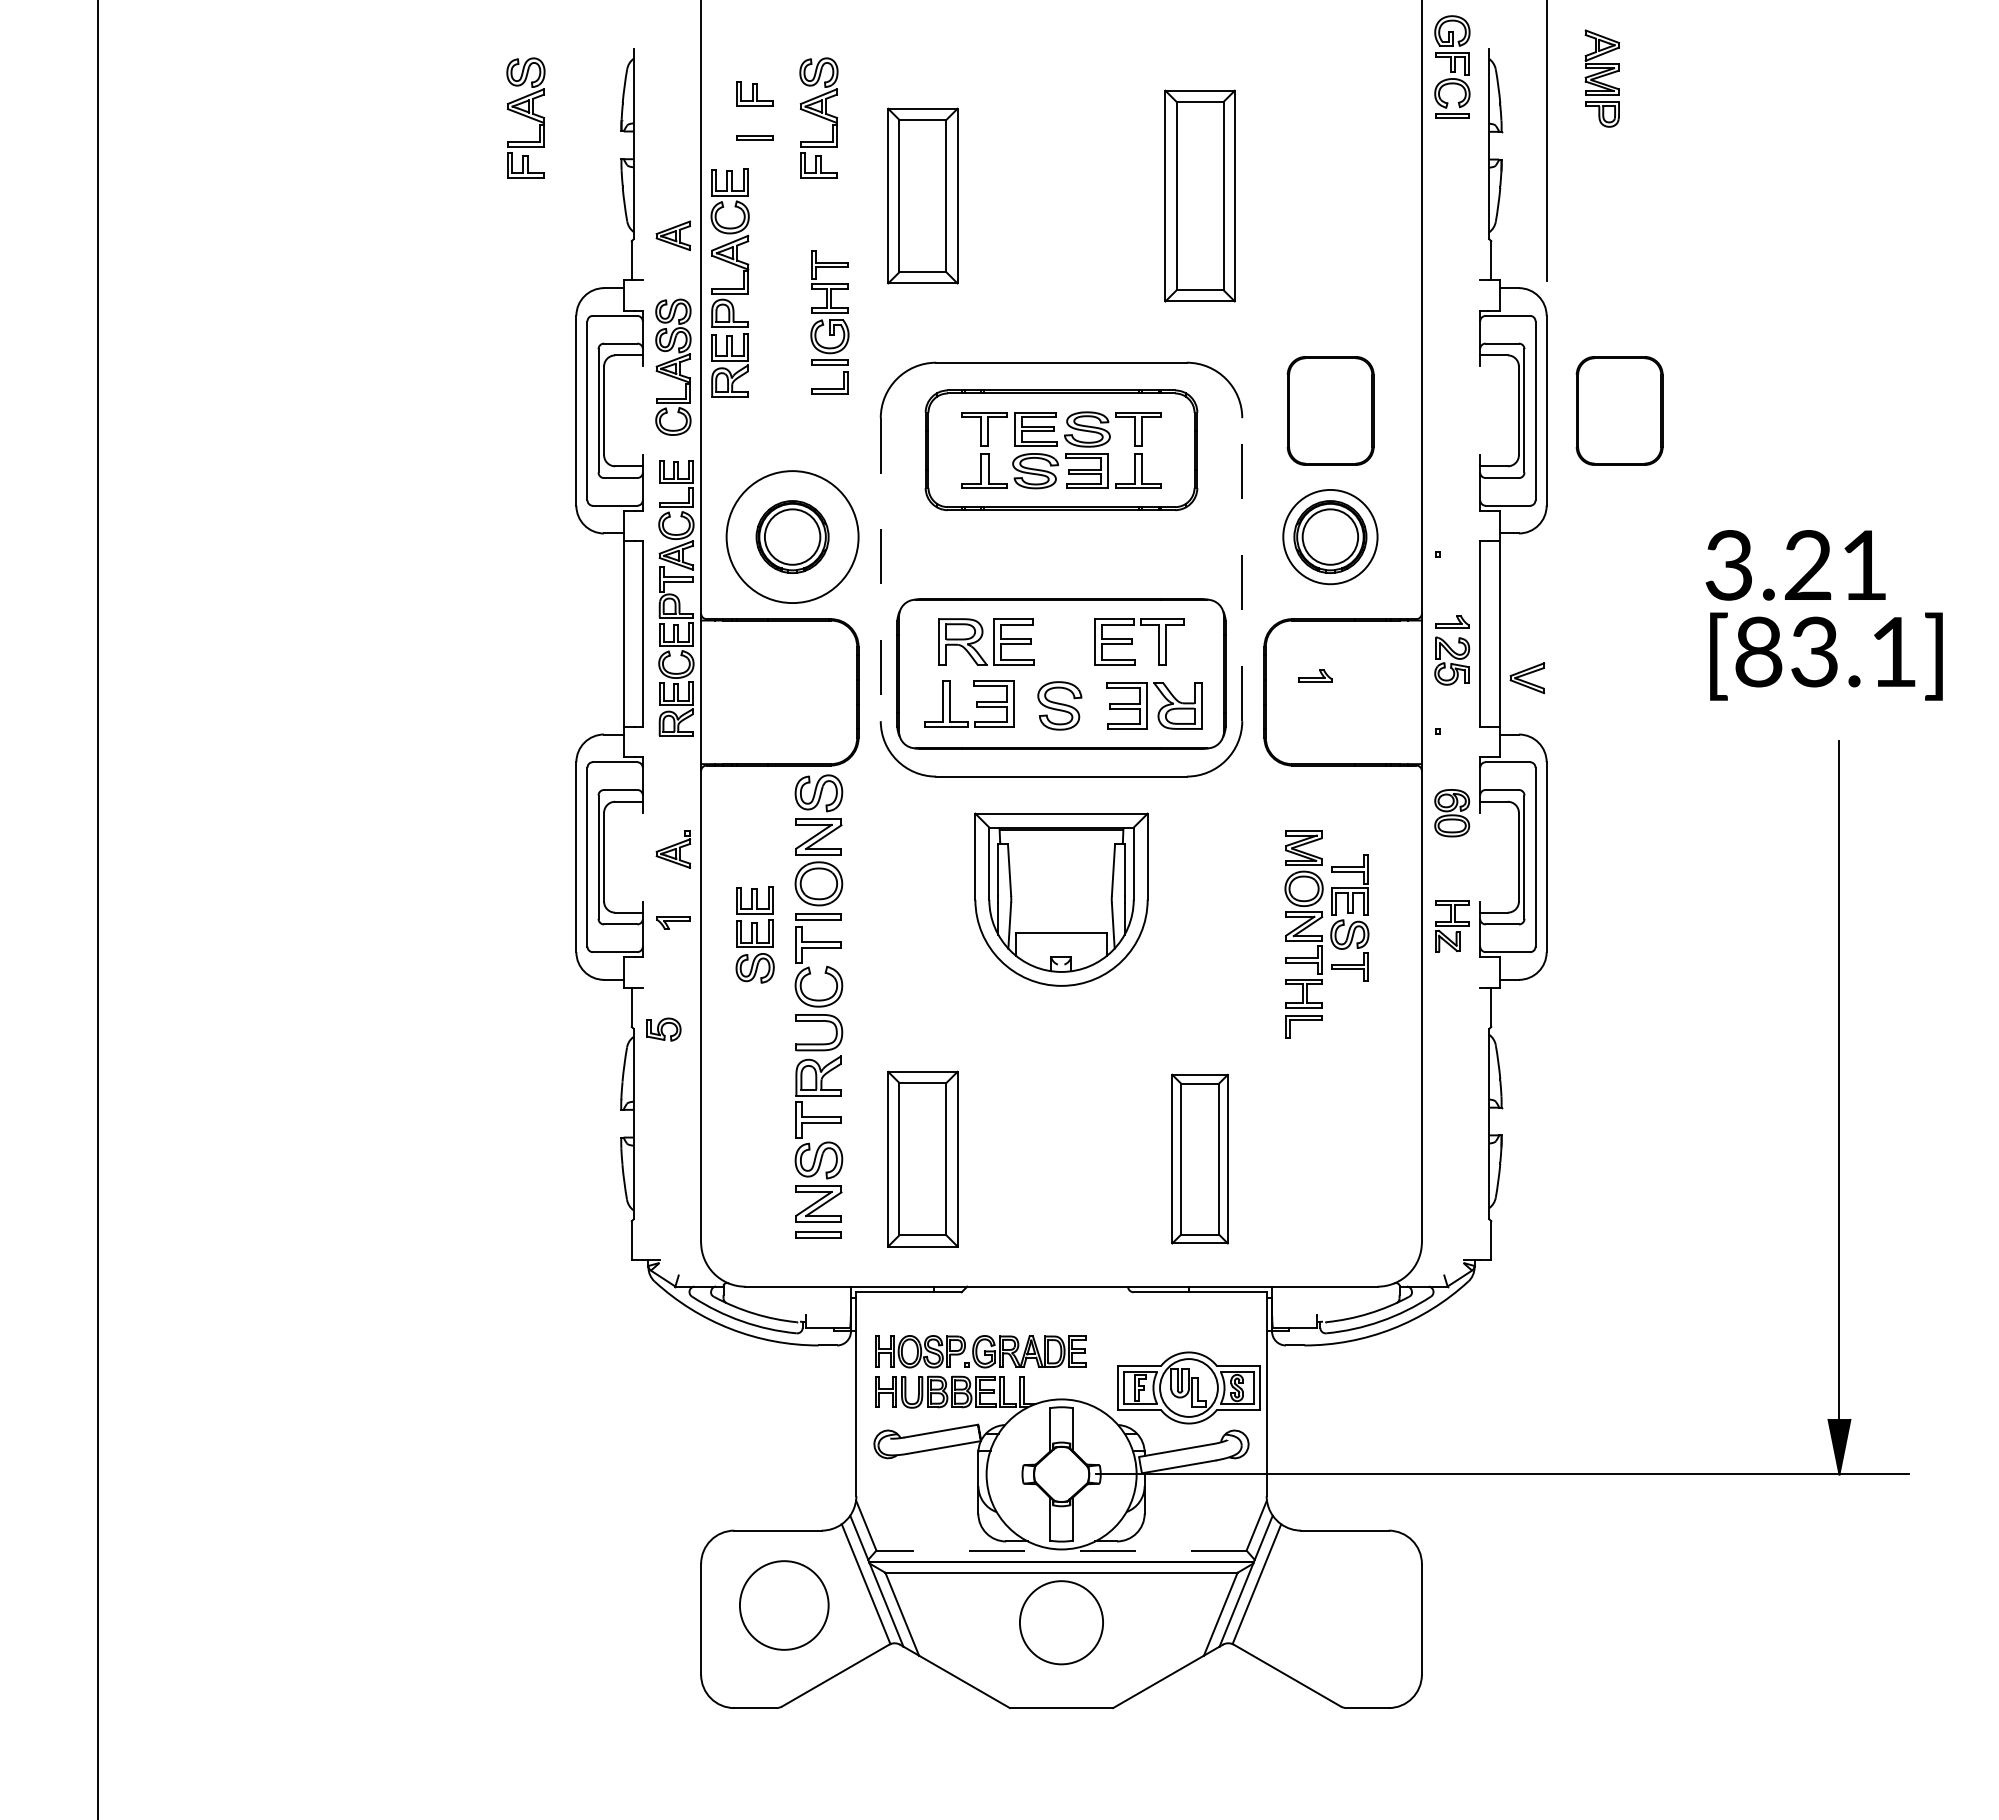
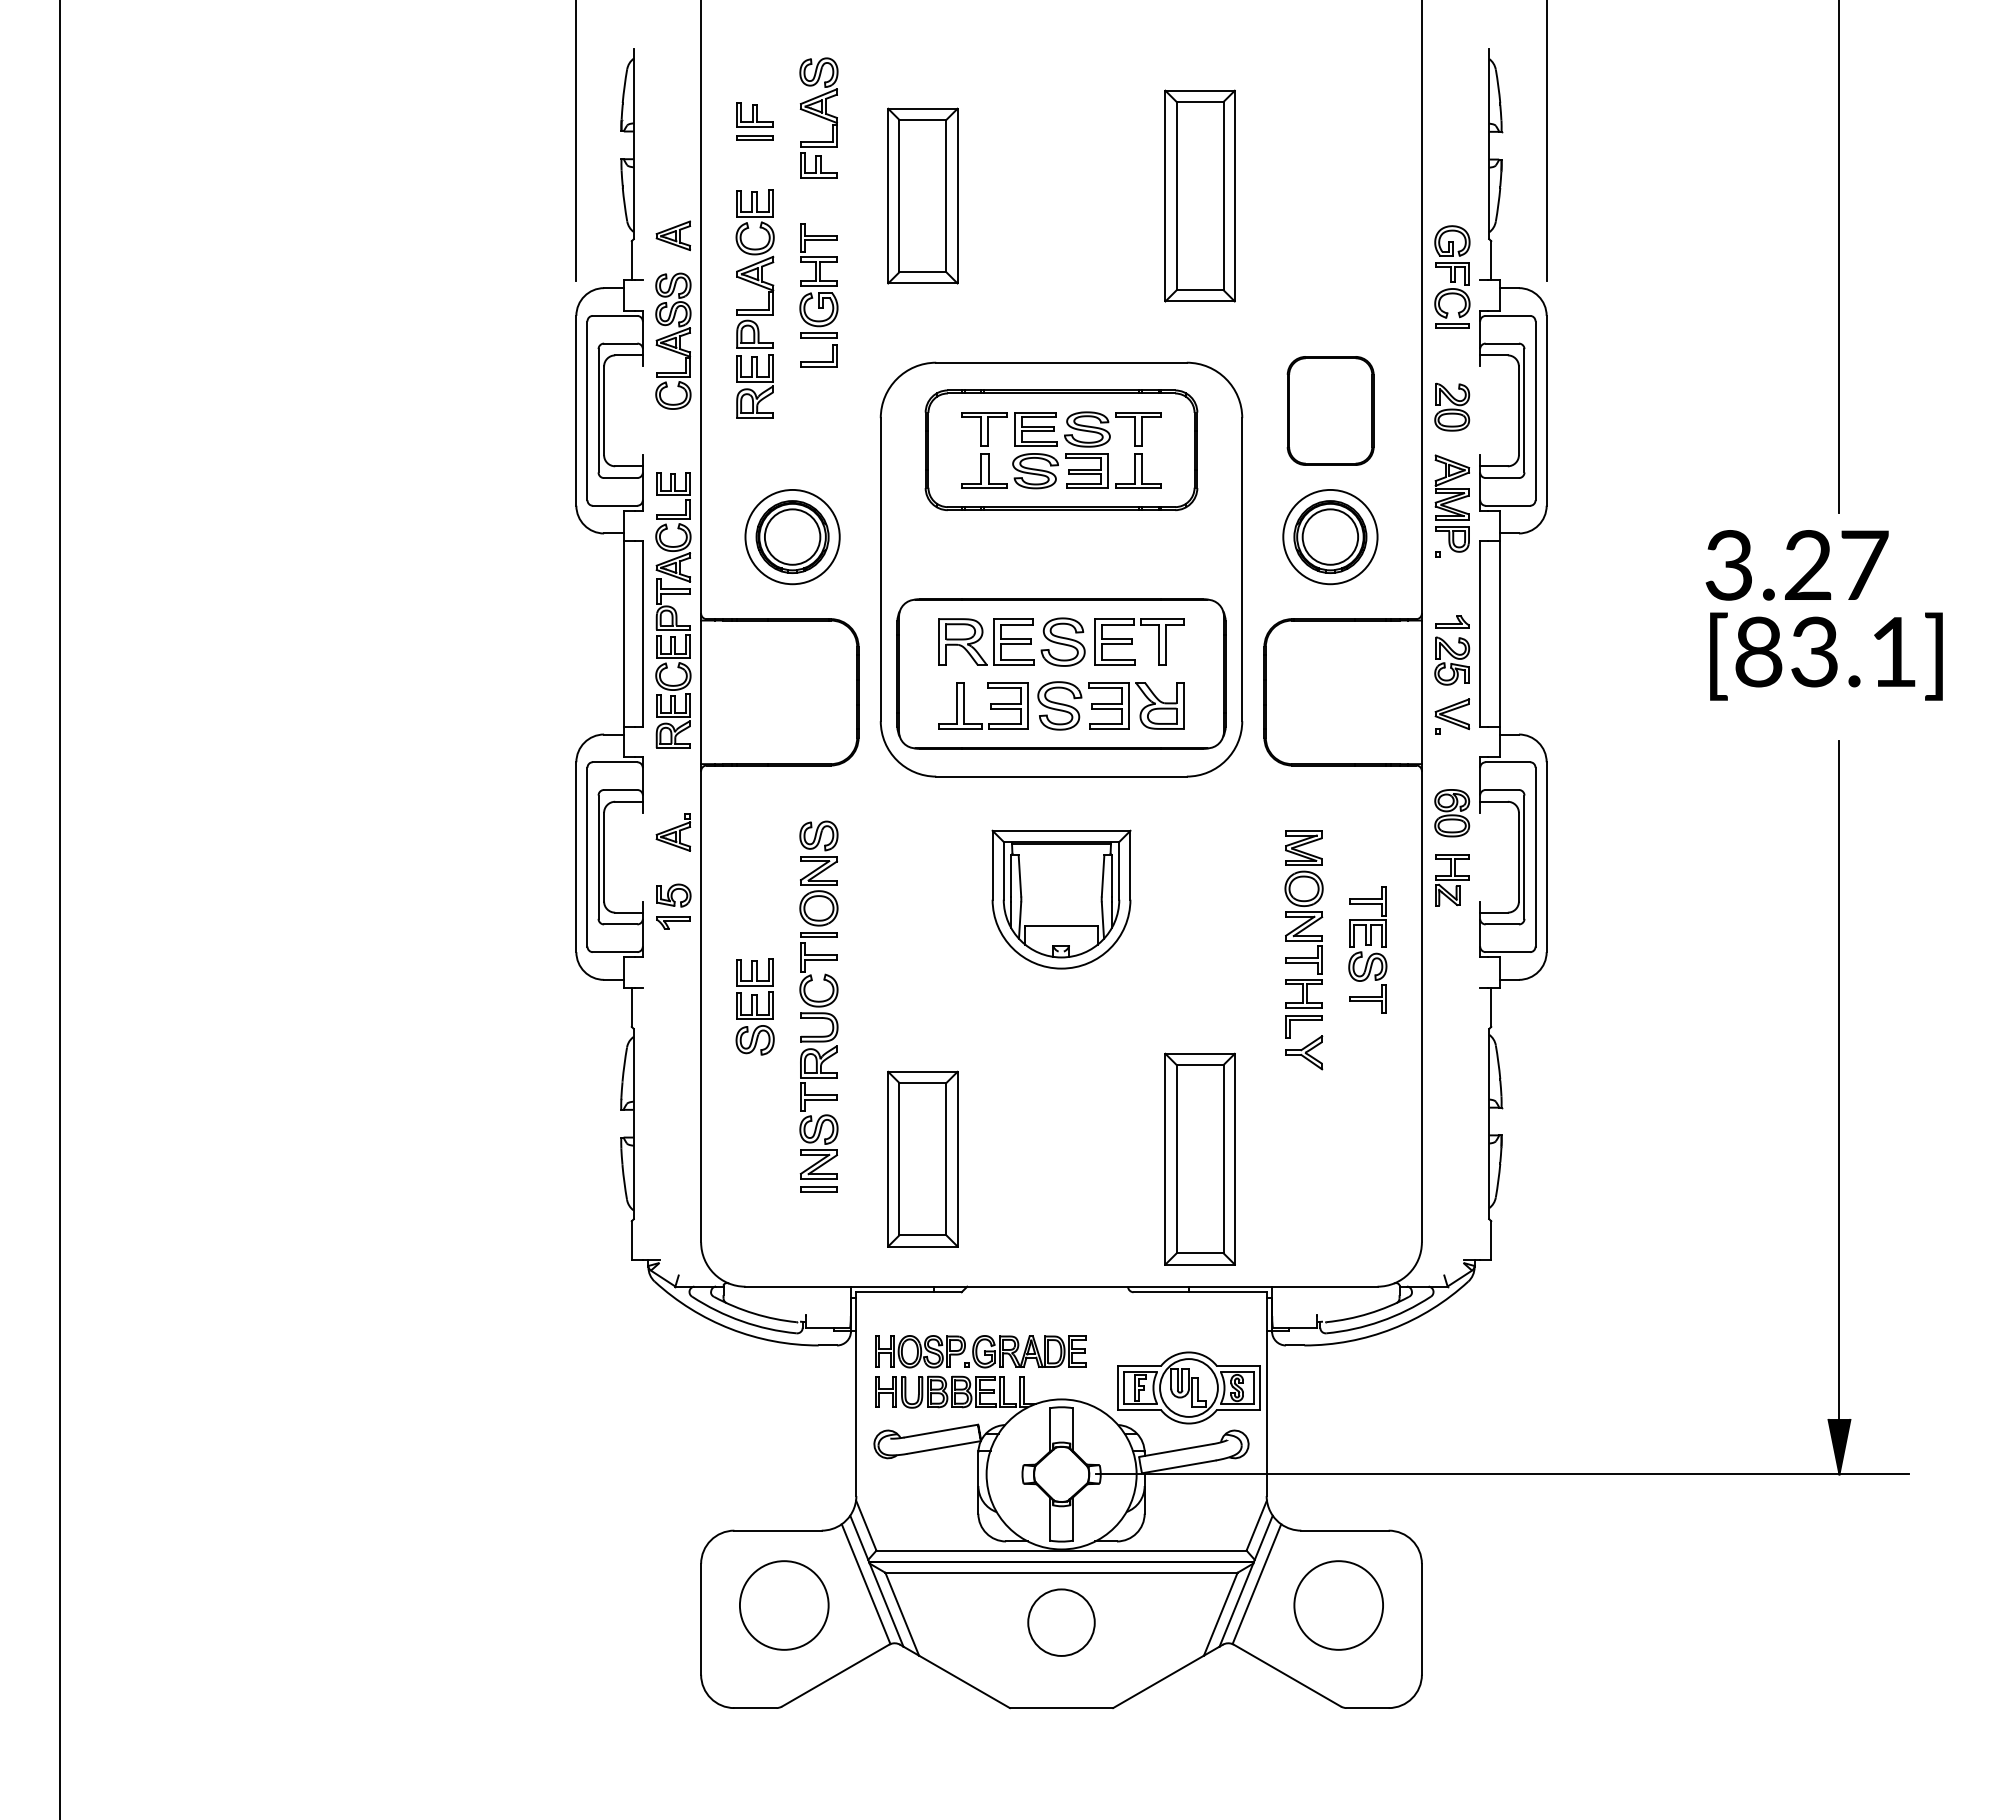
part at (1452, 66) position: (1452, 66) -> (1452, 276)
part at (1602, 78) position: (1602, 78) -> (1452, 503)
part at (754, 93) position: (754, 93) -> (754, 114)
part at (525, 117): present -> none
line at (576, 141): none -> present
line at (1839, 257): none -> present
part at (729, 282) position: (729, 282) -> (754, 303)
part at (829, 322) position: (829, 322) -> (818, 295)
part at (673, 366) position: (673, 366) -> (673, 340)
part at (1452, 406): none -> present
part at (1619, 410): present -> none
circle at (792, 537) diameter: 132 px -> 94 px
text at (1864, 564): 3.21 -> 3.27
line at (880, 569): dashed -> solid
line at (1242, 569): dashed -> solid
part at (676, 598) position: (676, 598) -> (673, 610)
part at (1062, 641): none -> present
part at (1315, 675): present -> none
part at (1527, 678) position: (1527, 678) -> (1452, 714)
part at (976, 703) position: (976, 703) -> (990, 705)
part at (1159, 709) position: (1159, 709) -> (1141, 709)
part at (673, 849) position: (673, 849) -> (673, 832)
part at (1061, 899) size: 175x175 px -> 141x141 px
line at (97, 909) position: (97, 909) -> (59, 909)
part at (1349, 917) position: (1349, 917) -> (1367, 949)
part at (1452, 926) position: (1452, 926) -> (1452, 880)
part at (754, 934) position: (754, 934) -> (754, 1006)
part at (818, 1006) size: 50x465 px -> 40x373 px
part at (663, 1029) position: (663, 1029) -> (673, 895)
part at (1304, 1052): none -> present
part at (1199, 1158) size: 58x172 px -> 72x214 px
line at (1061, 1550): dashed -> solid
circle at (1338, 1605): none -> present
circle at (1061, 1622) size: 85x86 px -> 69x69 px
